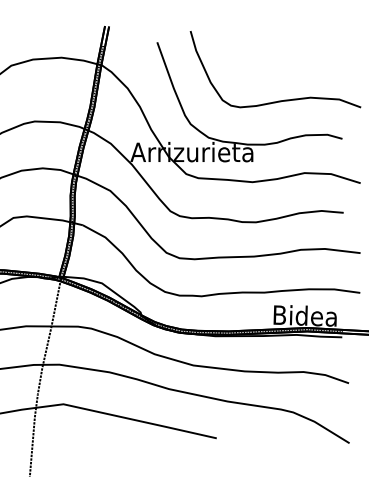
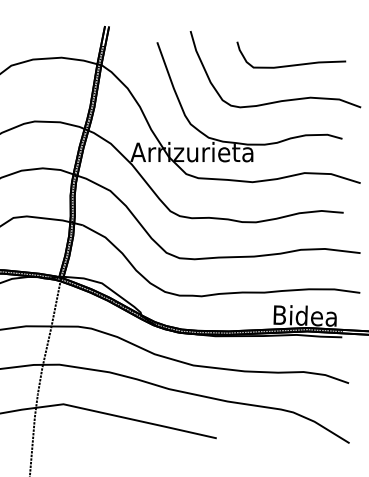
curve at (291, 64): none -> present
